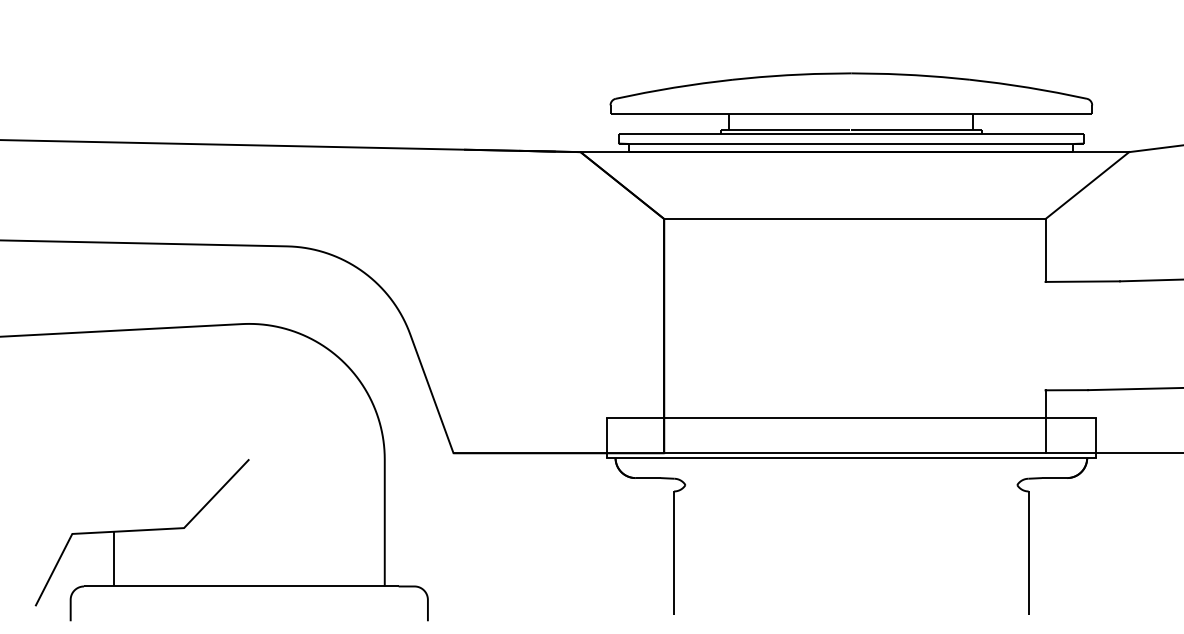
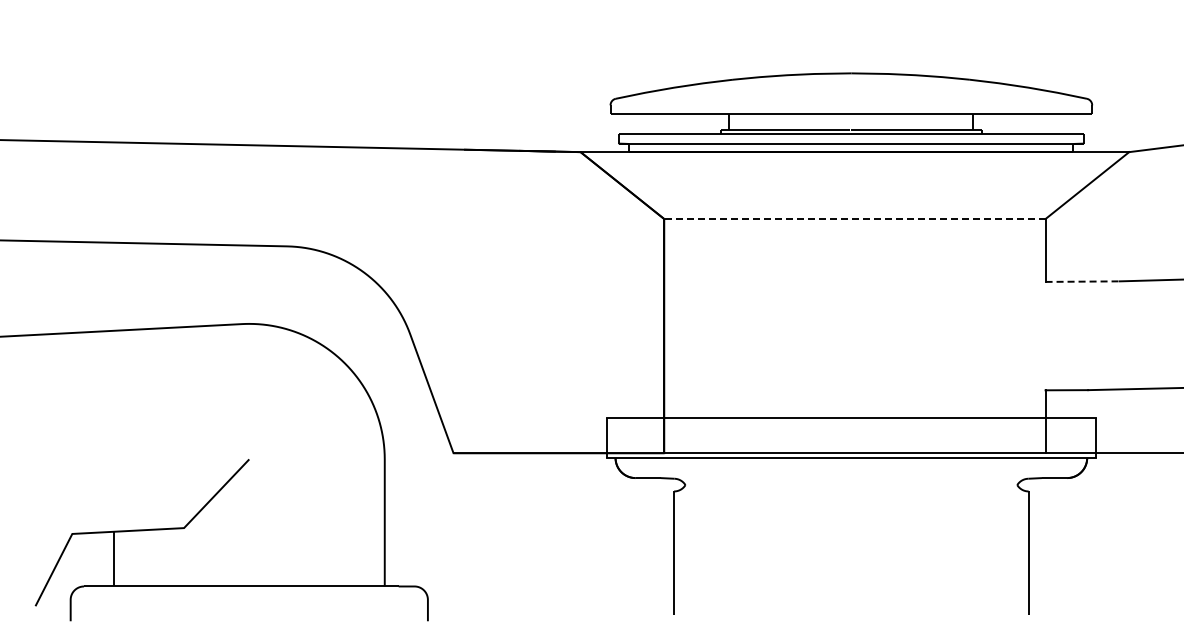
line at (854, 219): solid -> dashed
line at (1083, 281): solid -> dashed
